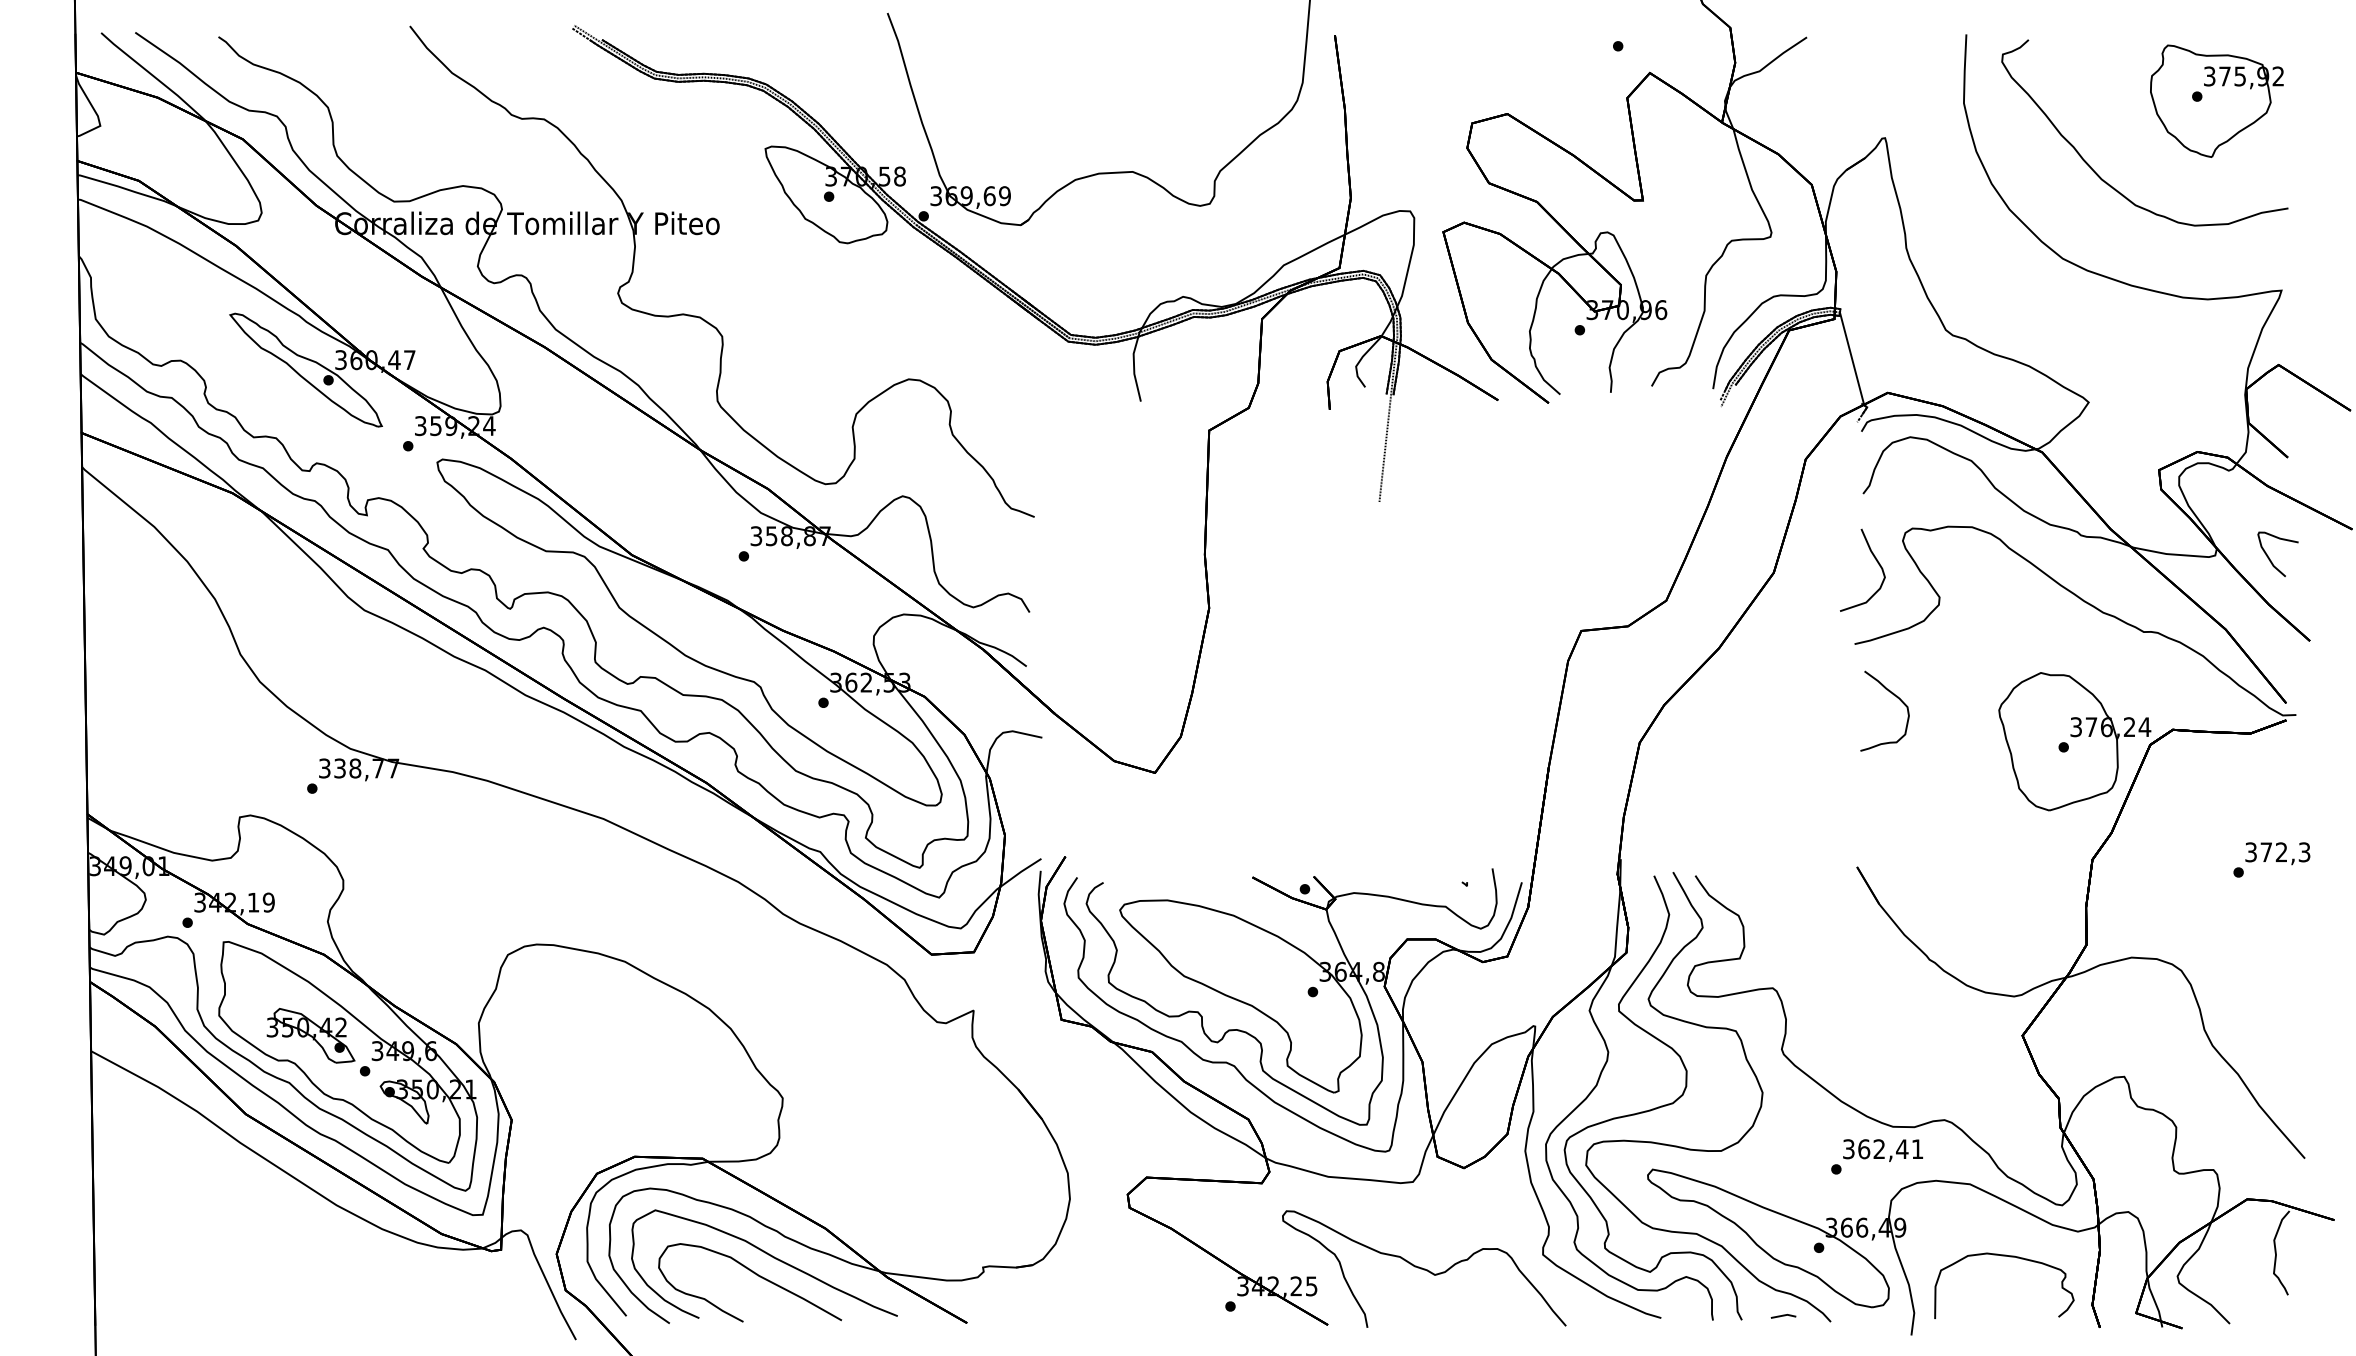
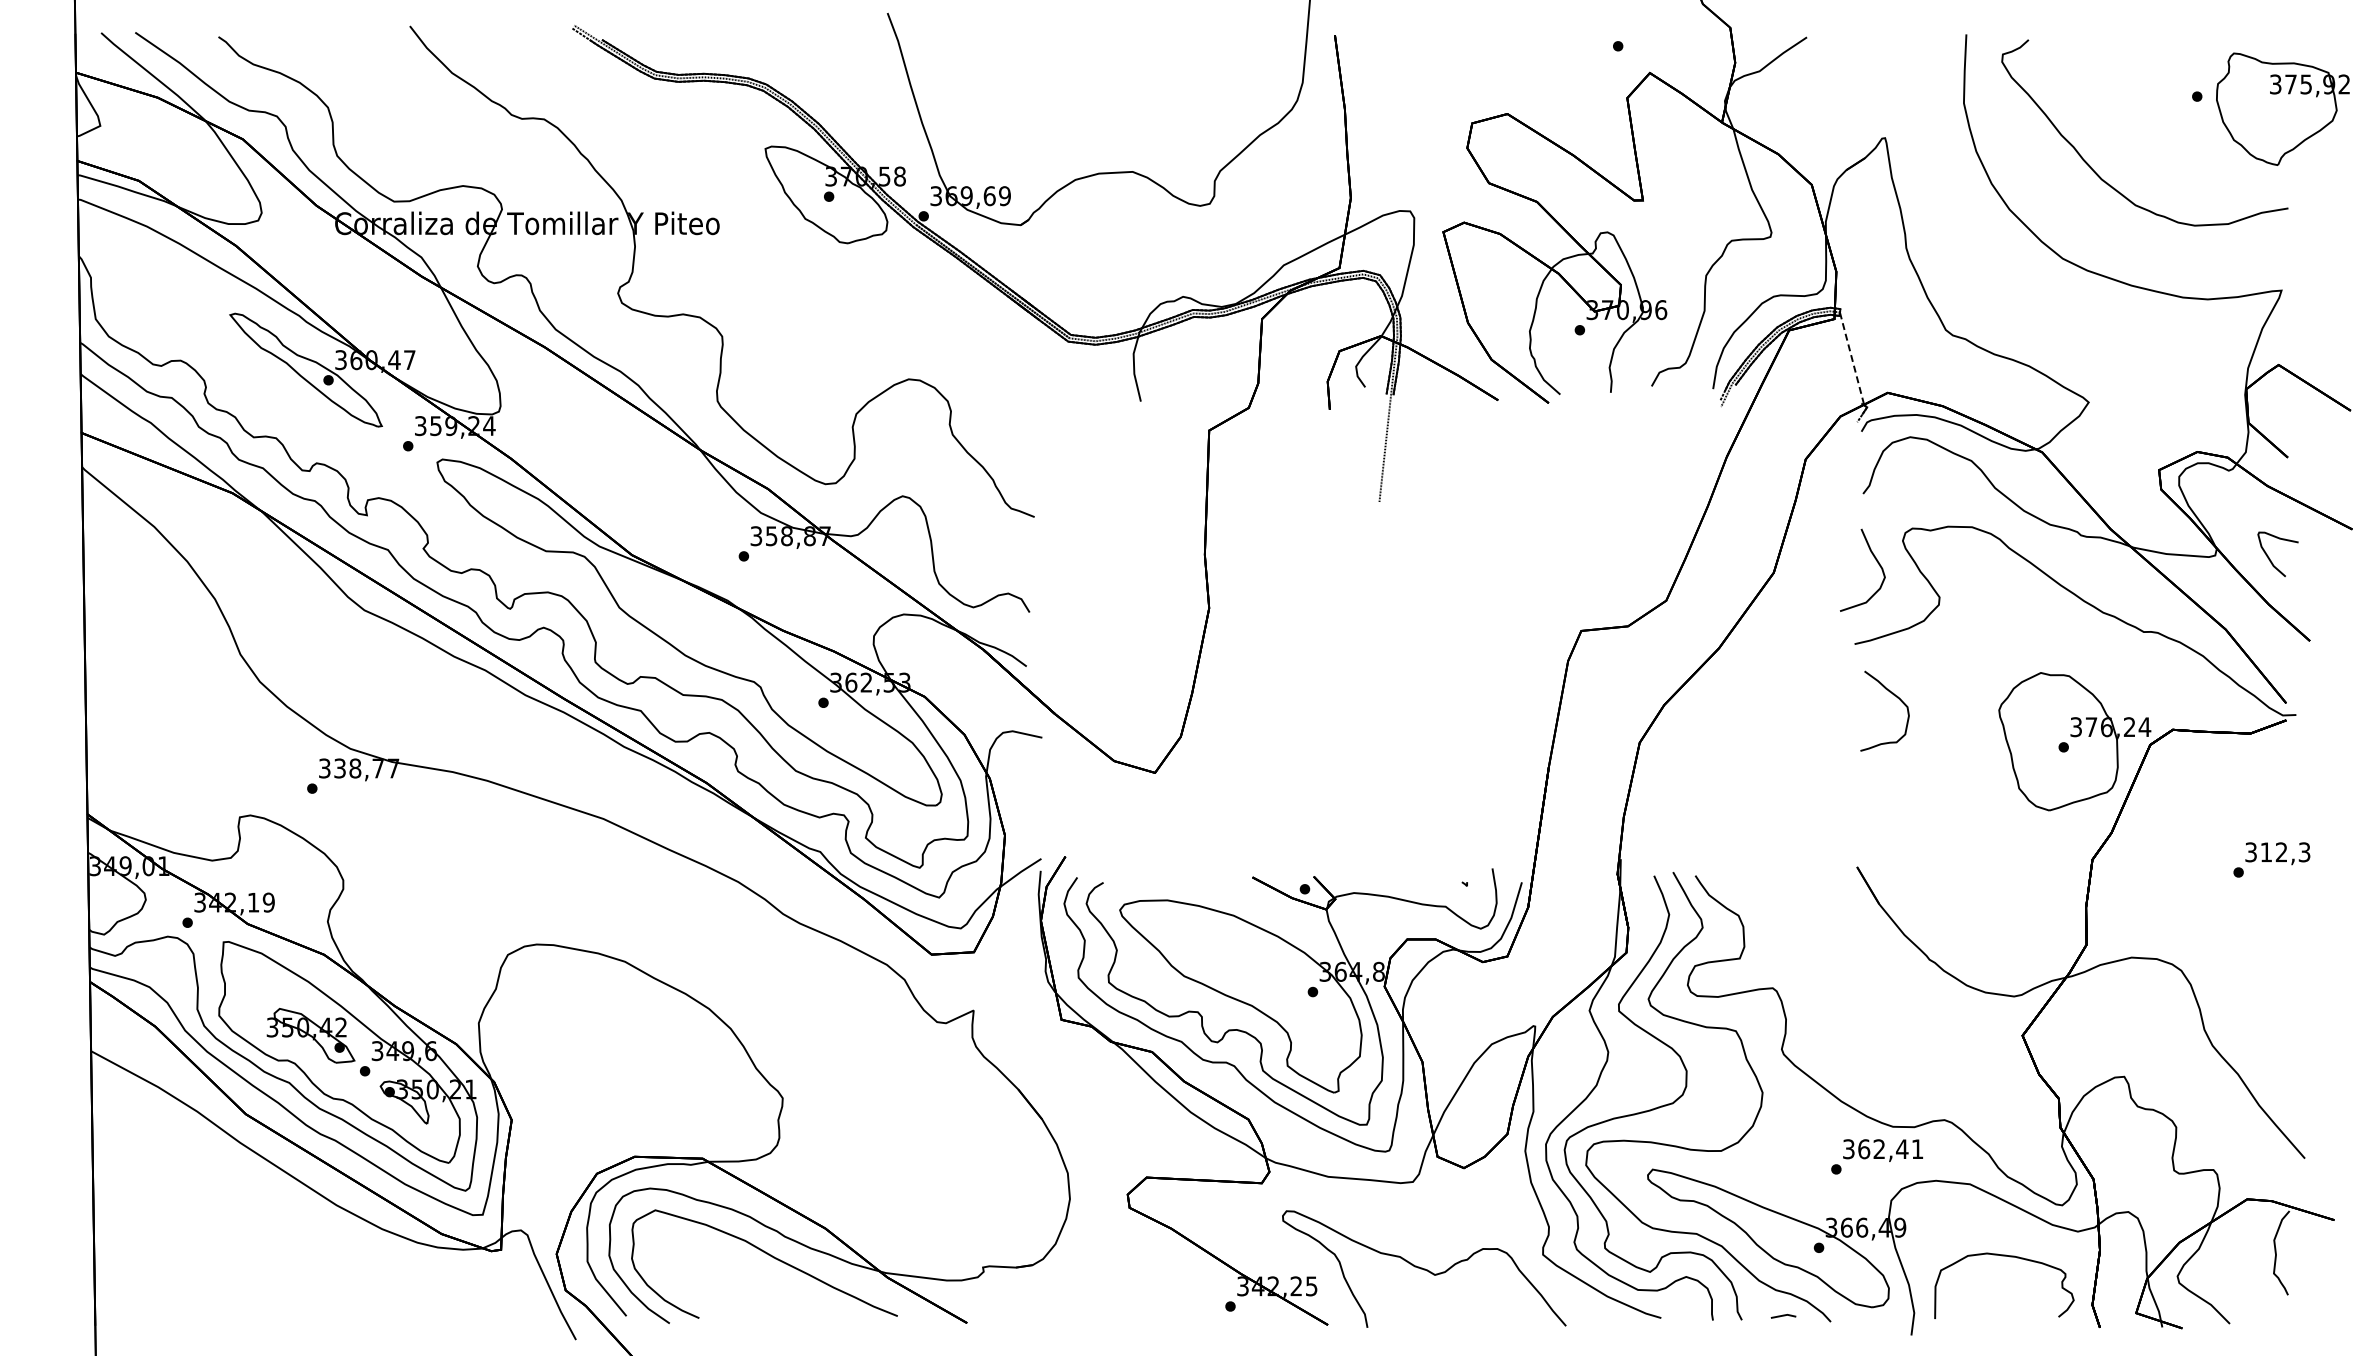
part at (2216, 100) position: (2216, 100) -> (2282, 108)
line at (1852, 358): solid -> dashed
text at (2265, 851): 372,3 -> 312,3
curve at (756, 1275): present -> none
